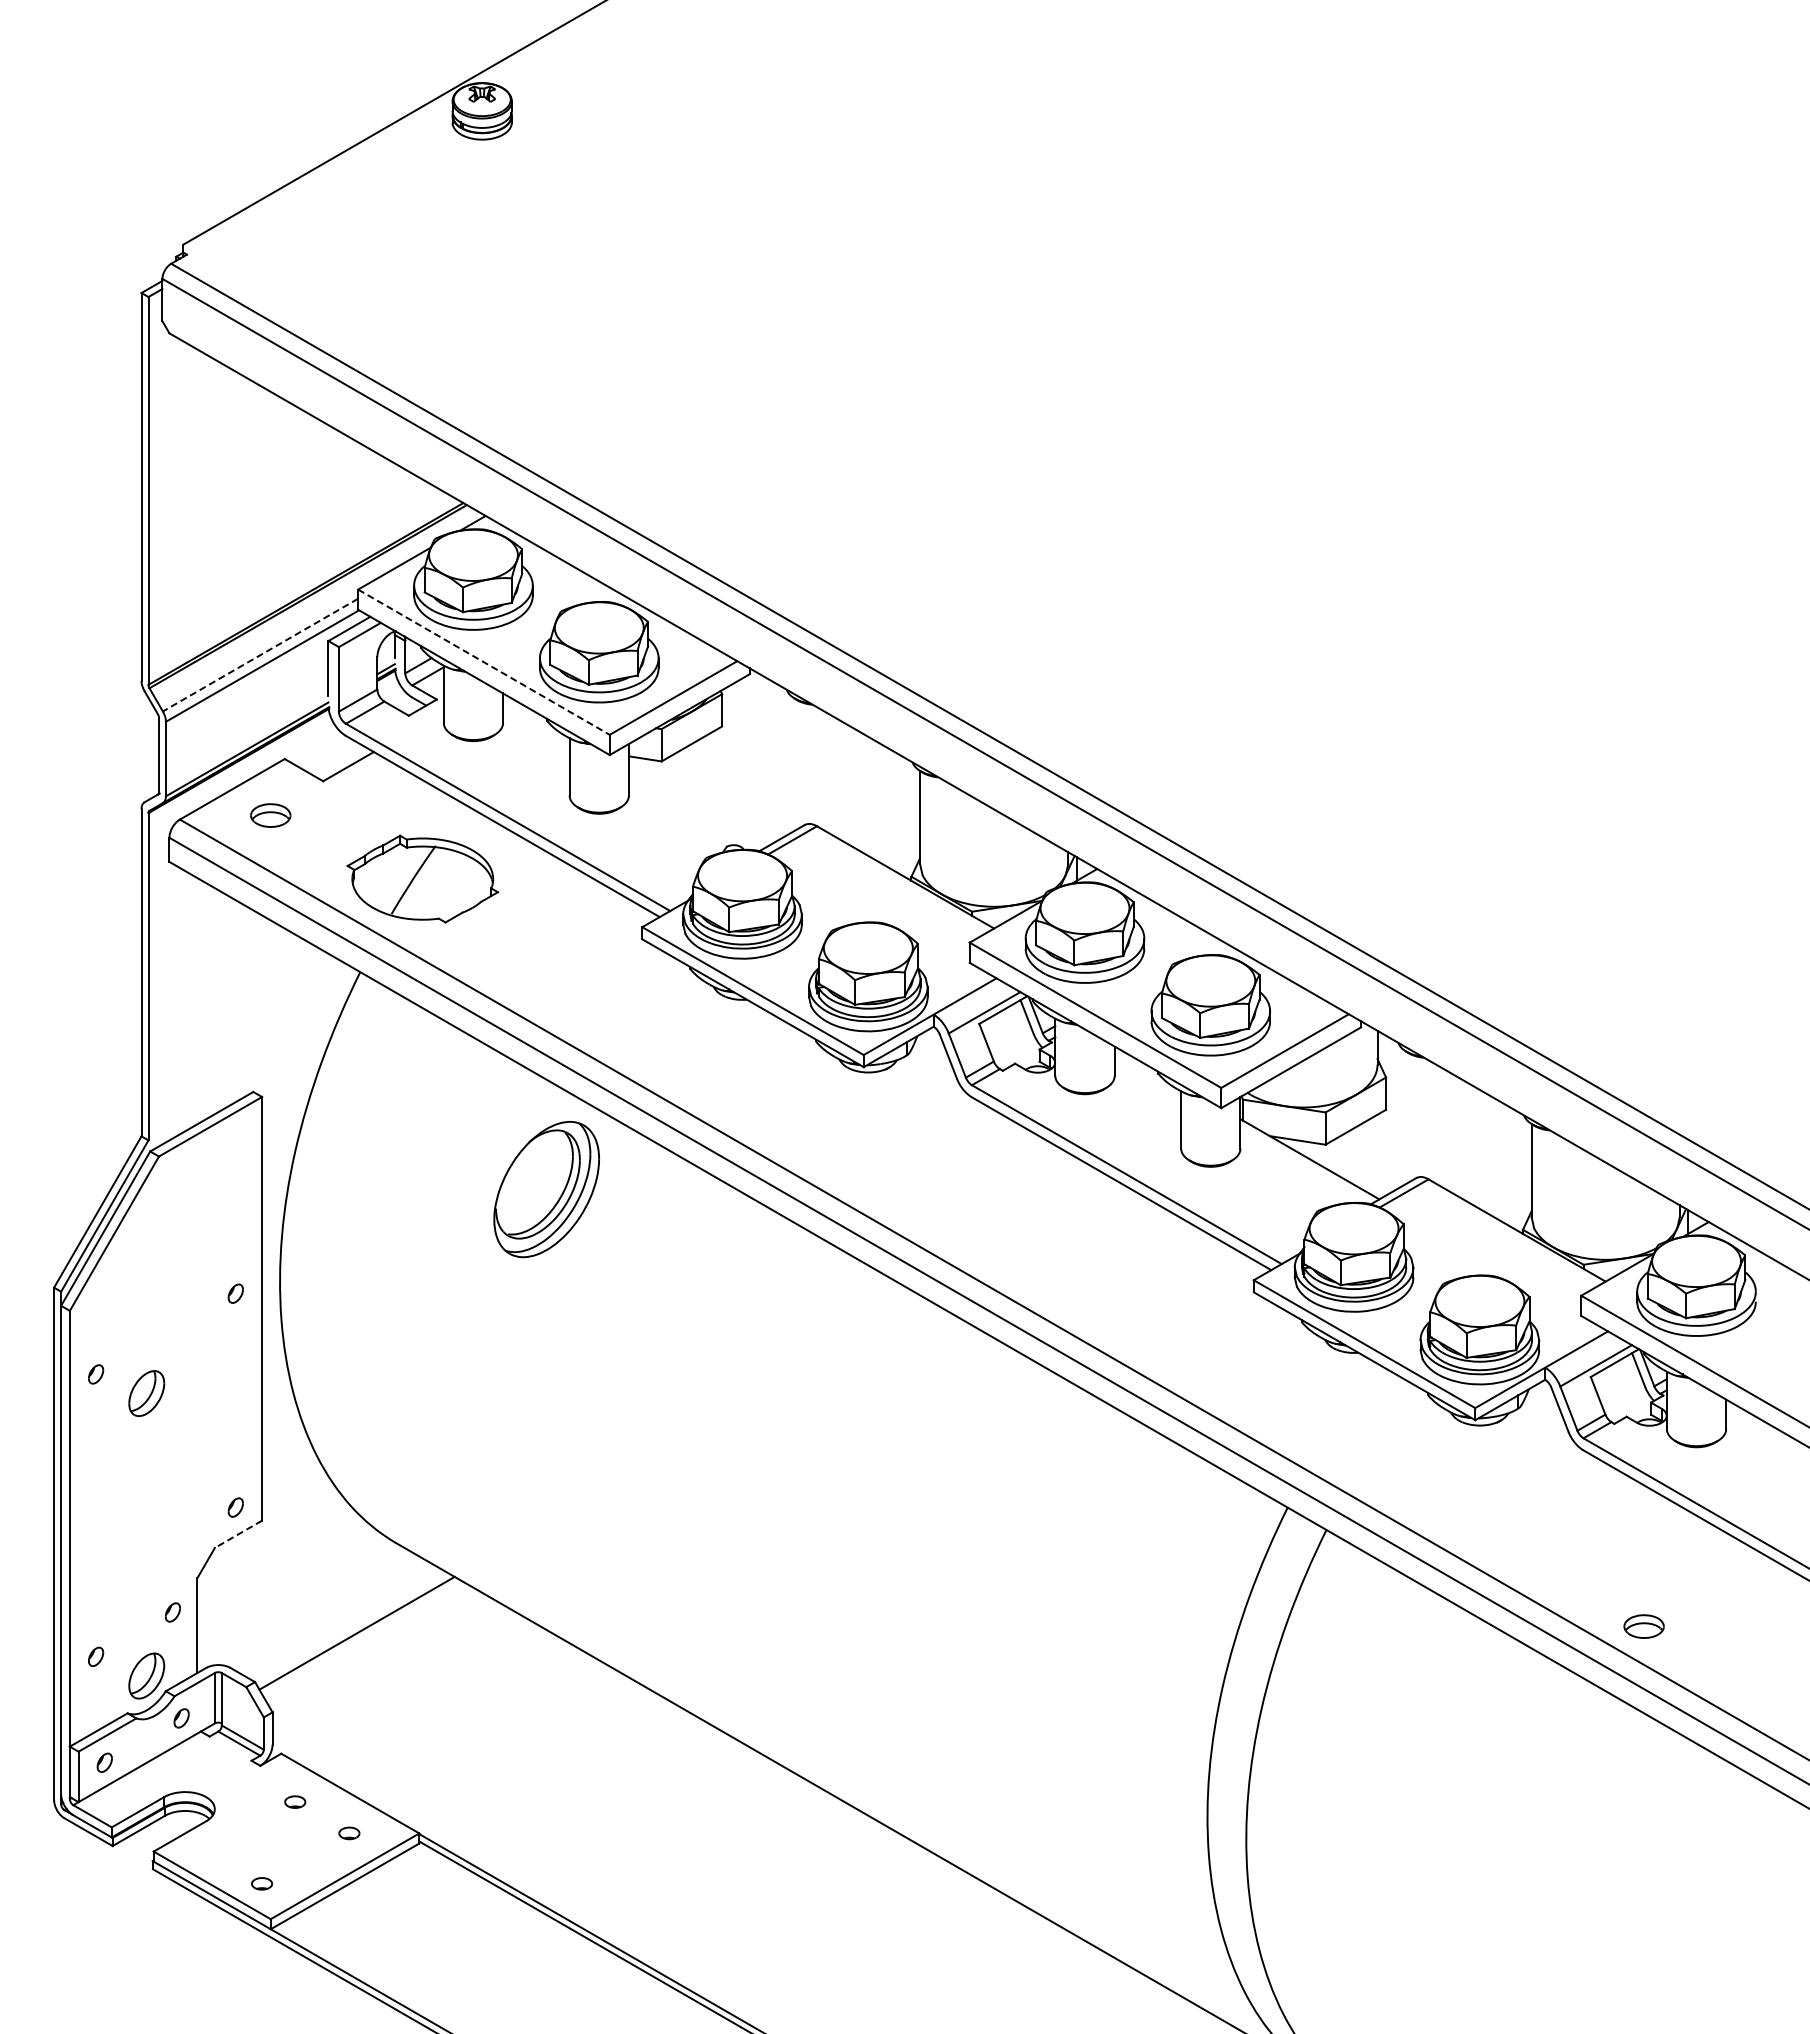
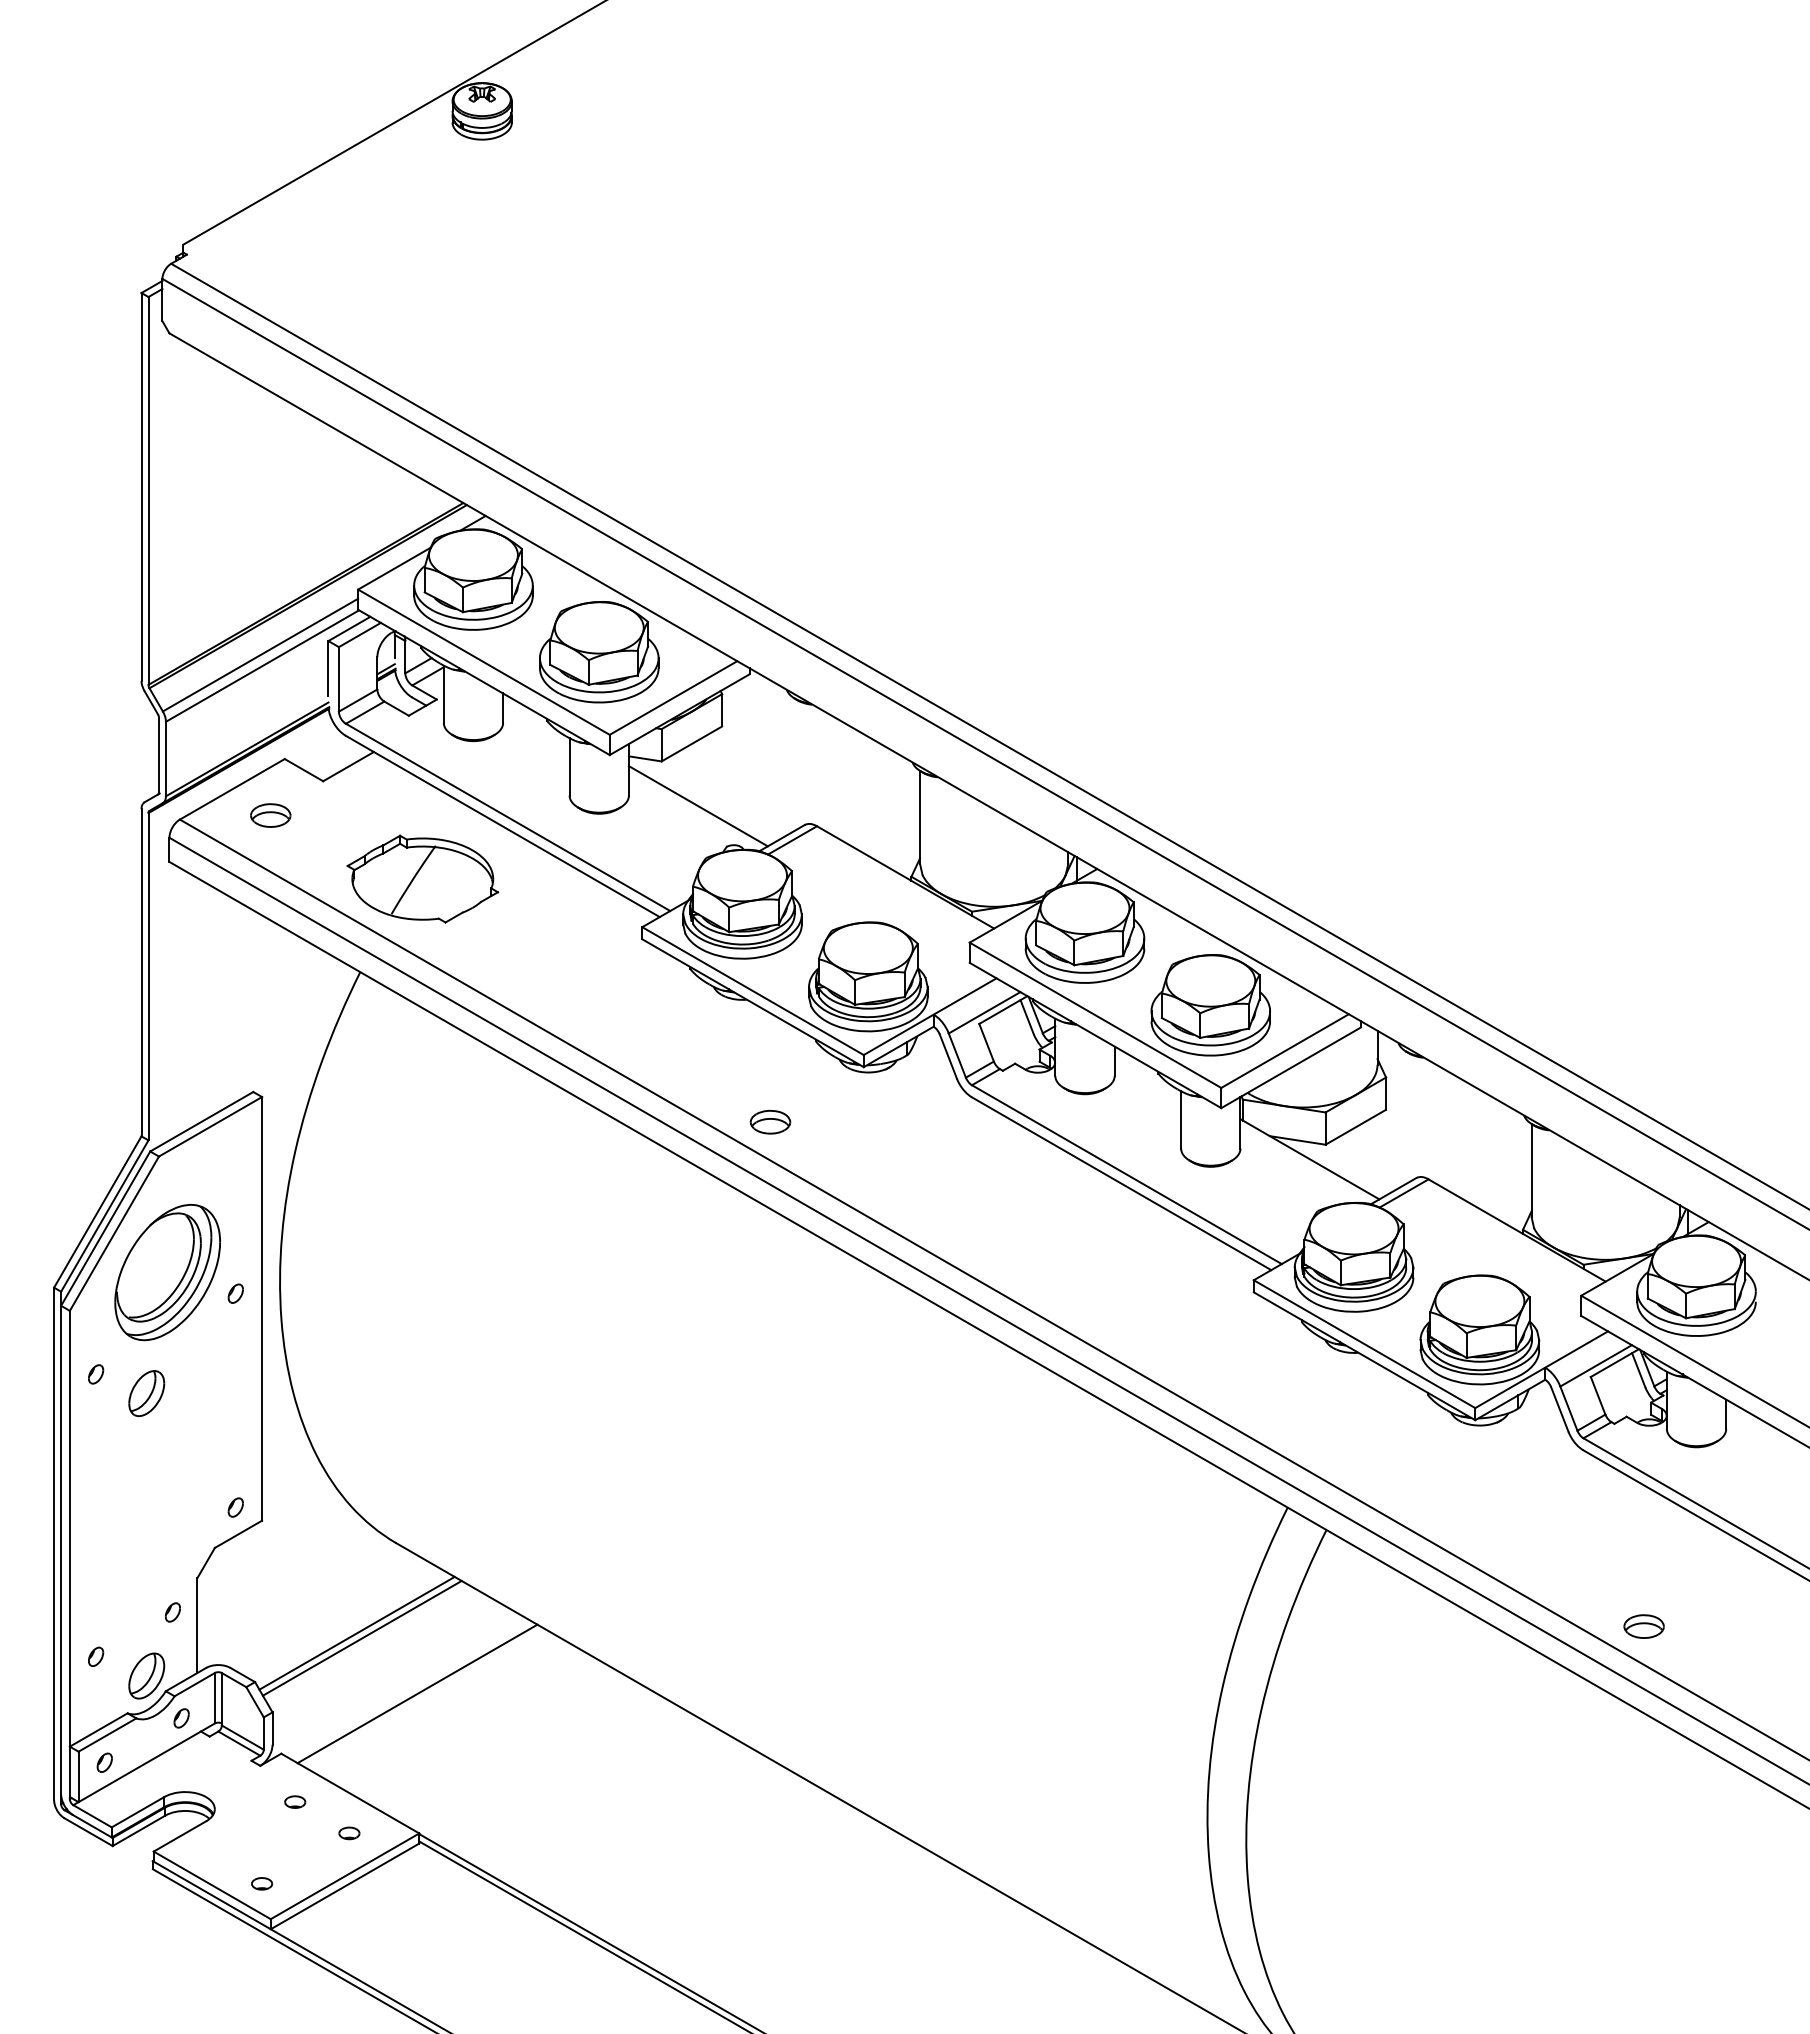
line at (260, 655): dashed -> solid
line at (484, 662): dashed -> solid
line at (697, 806): none -> present
part at (770, 1121): none -> present
part at (546, 1189) position: (546, 1189) -> (167, 1272)
line at (238, 1534): dashed -> solid
line at (361, 1637): none -> present
line at (417, 1693): none -> present
